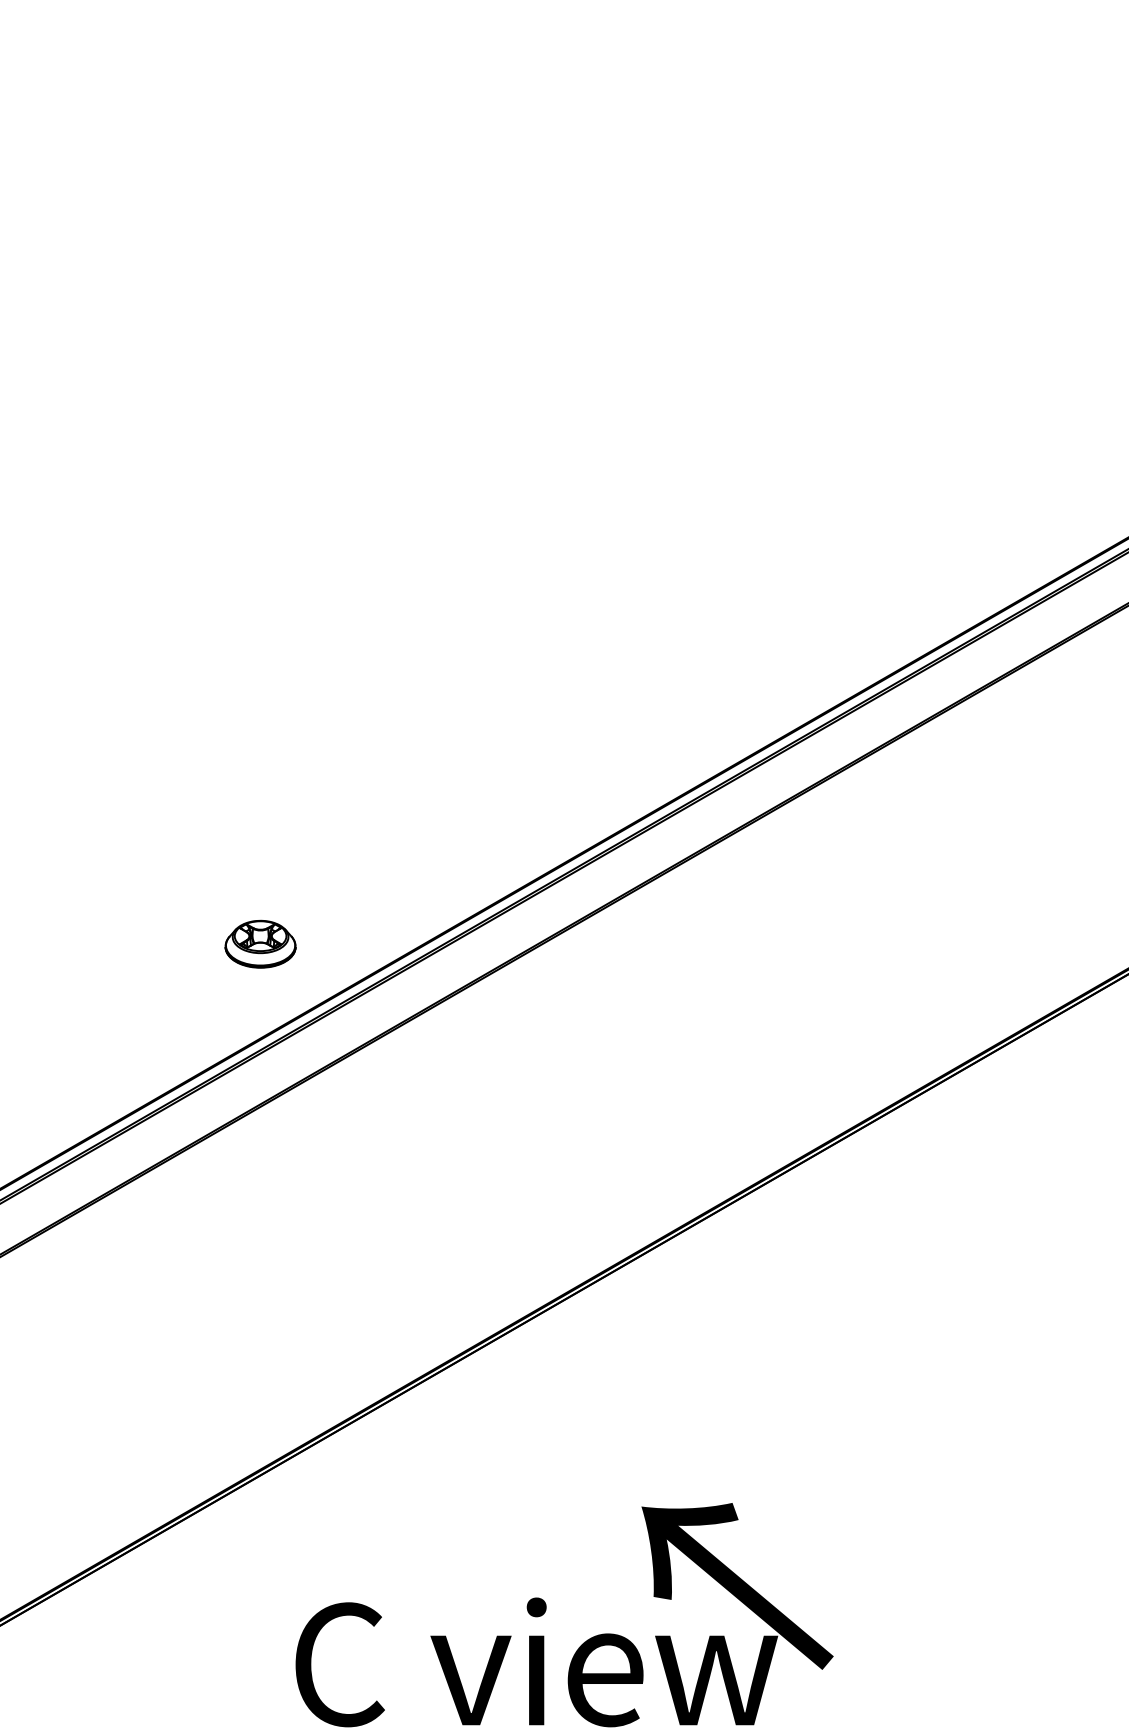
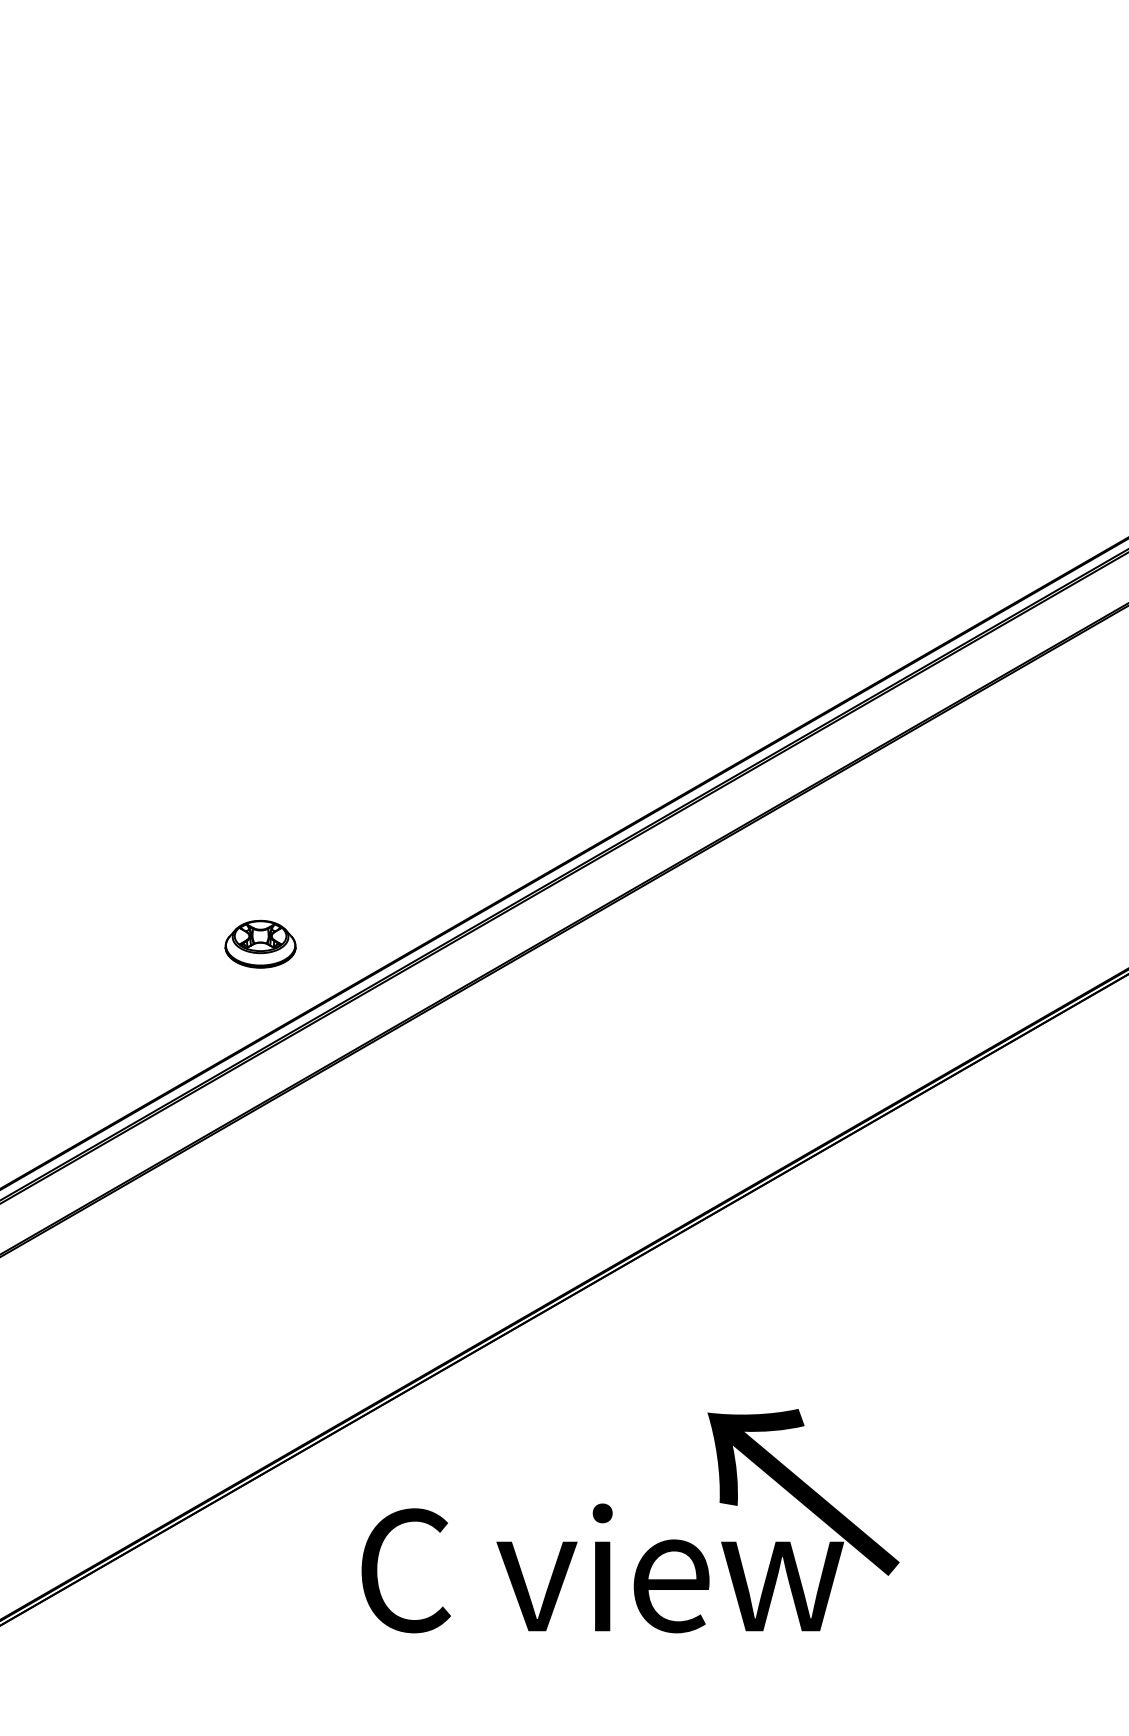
text at (564, 1615) position: (564, 1615) -> (630, 1521)
